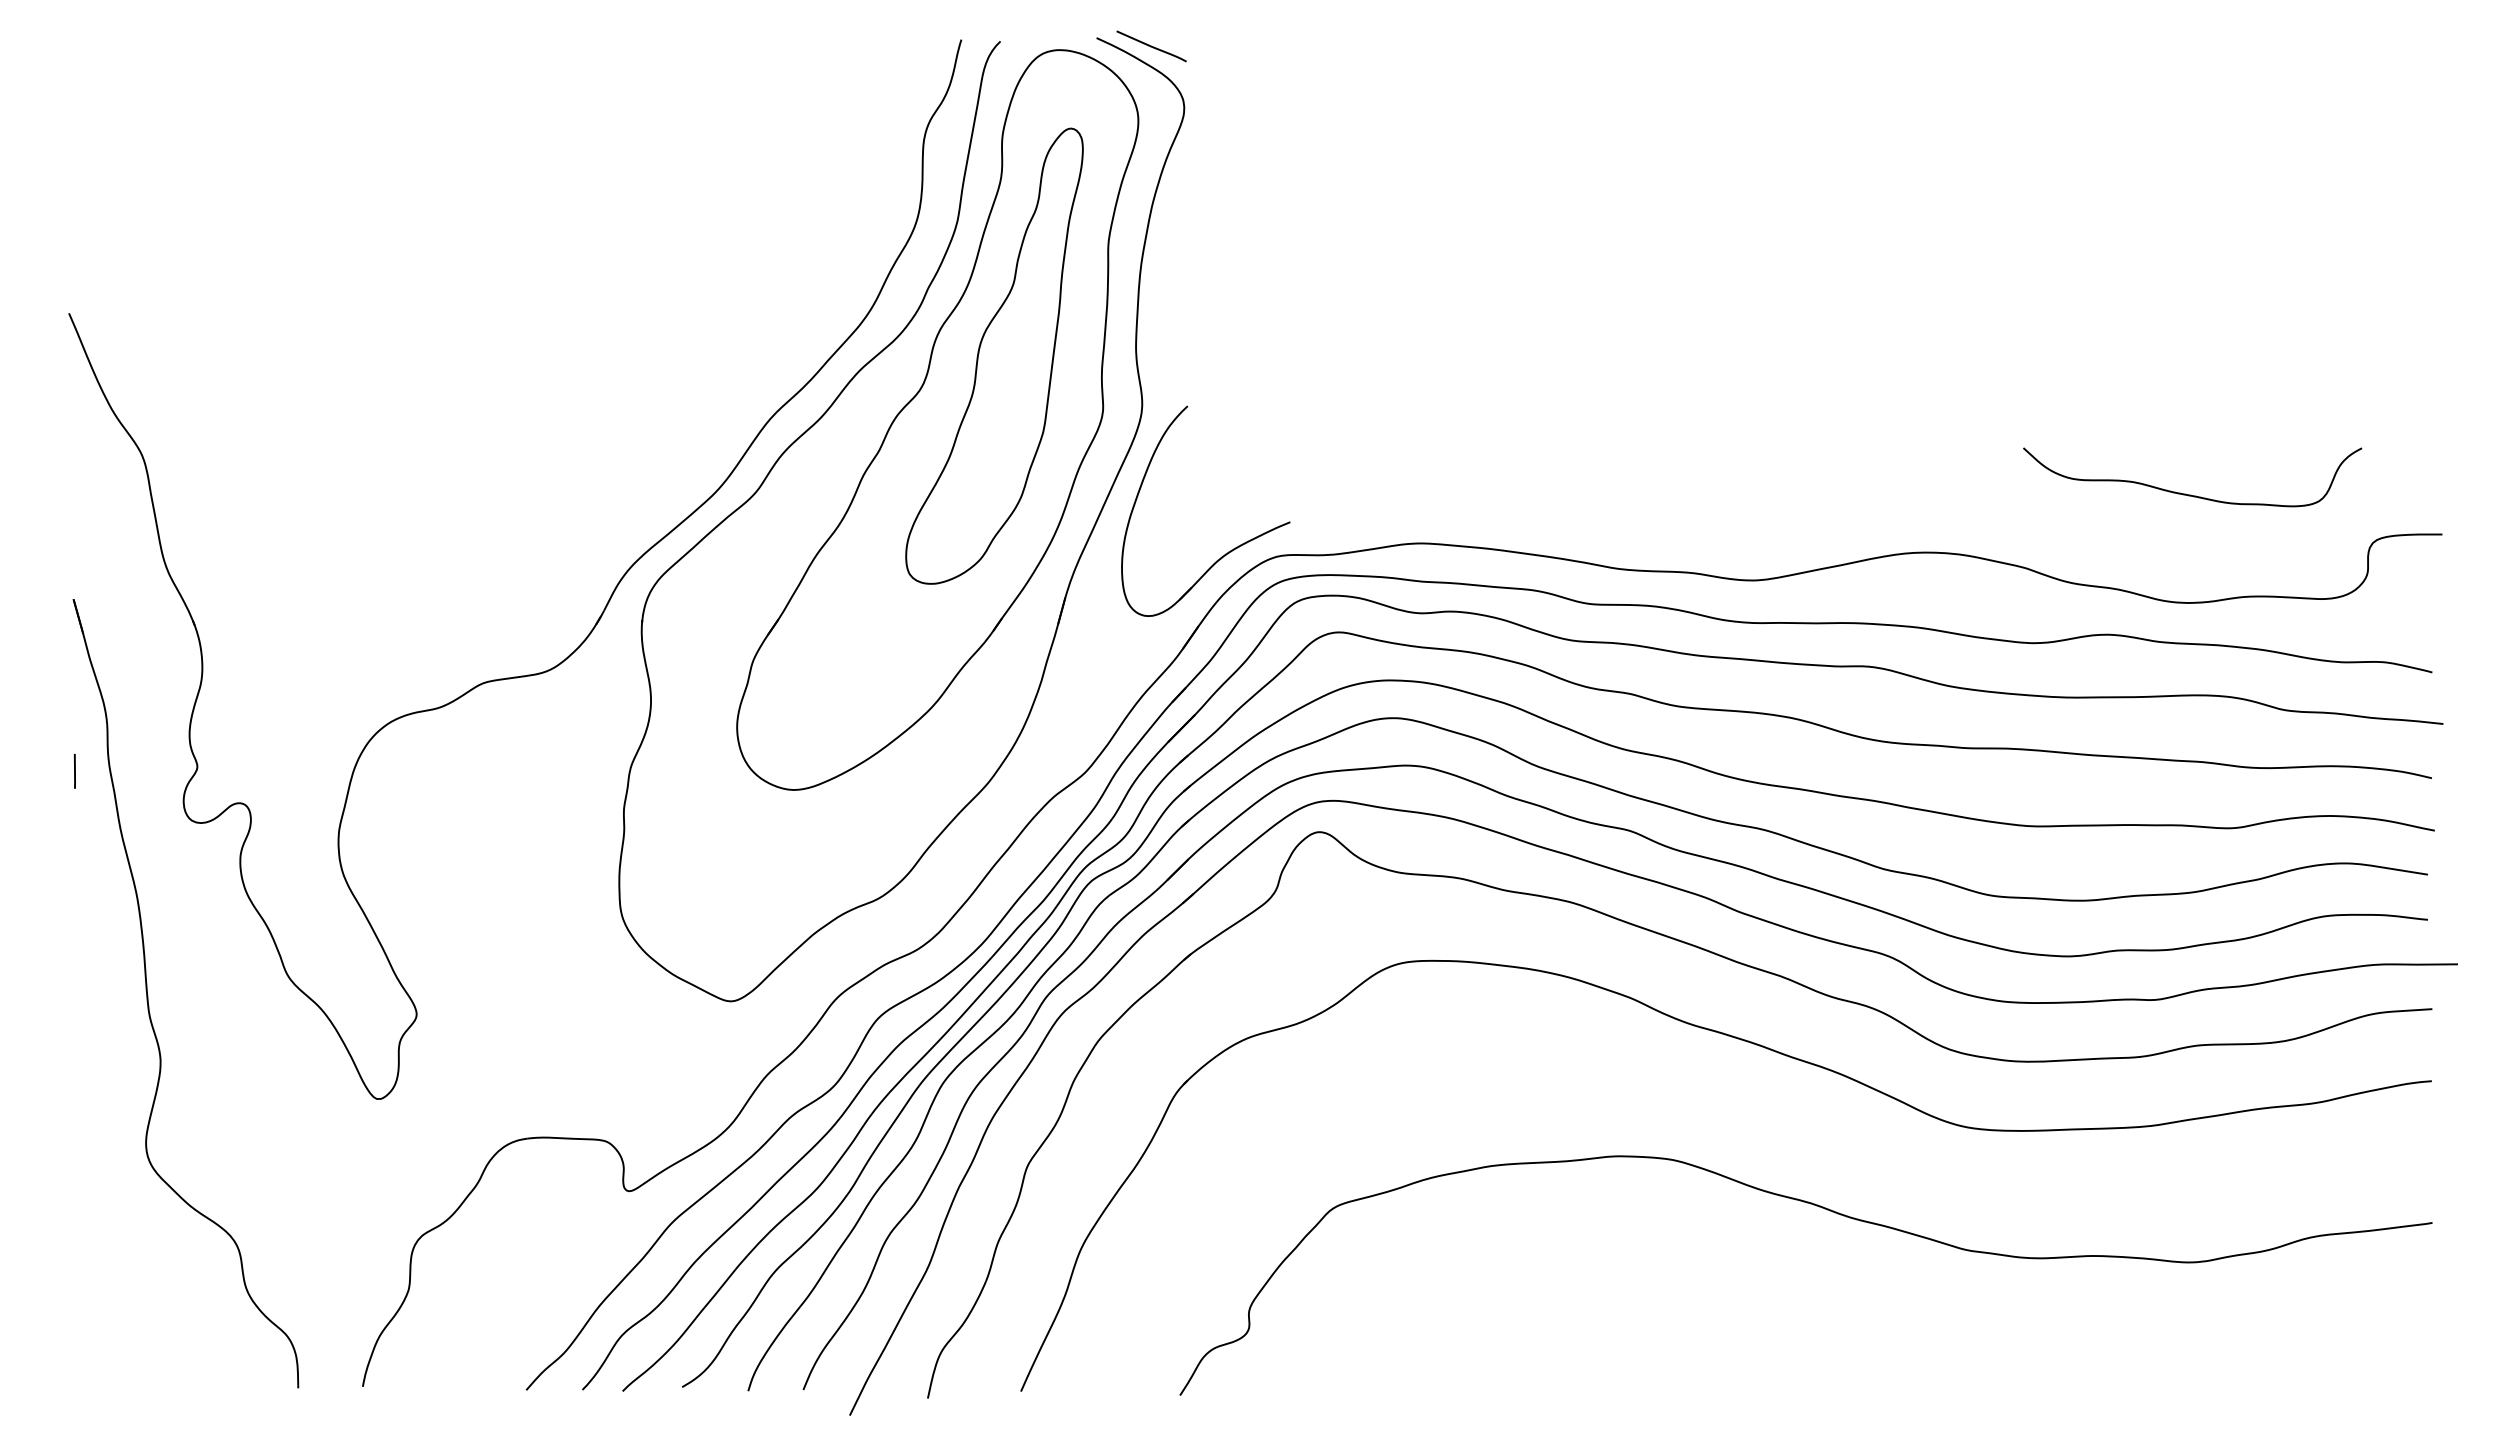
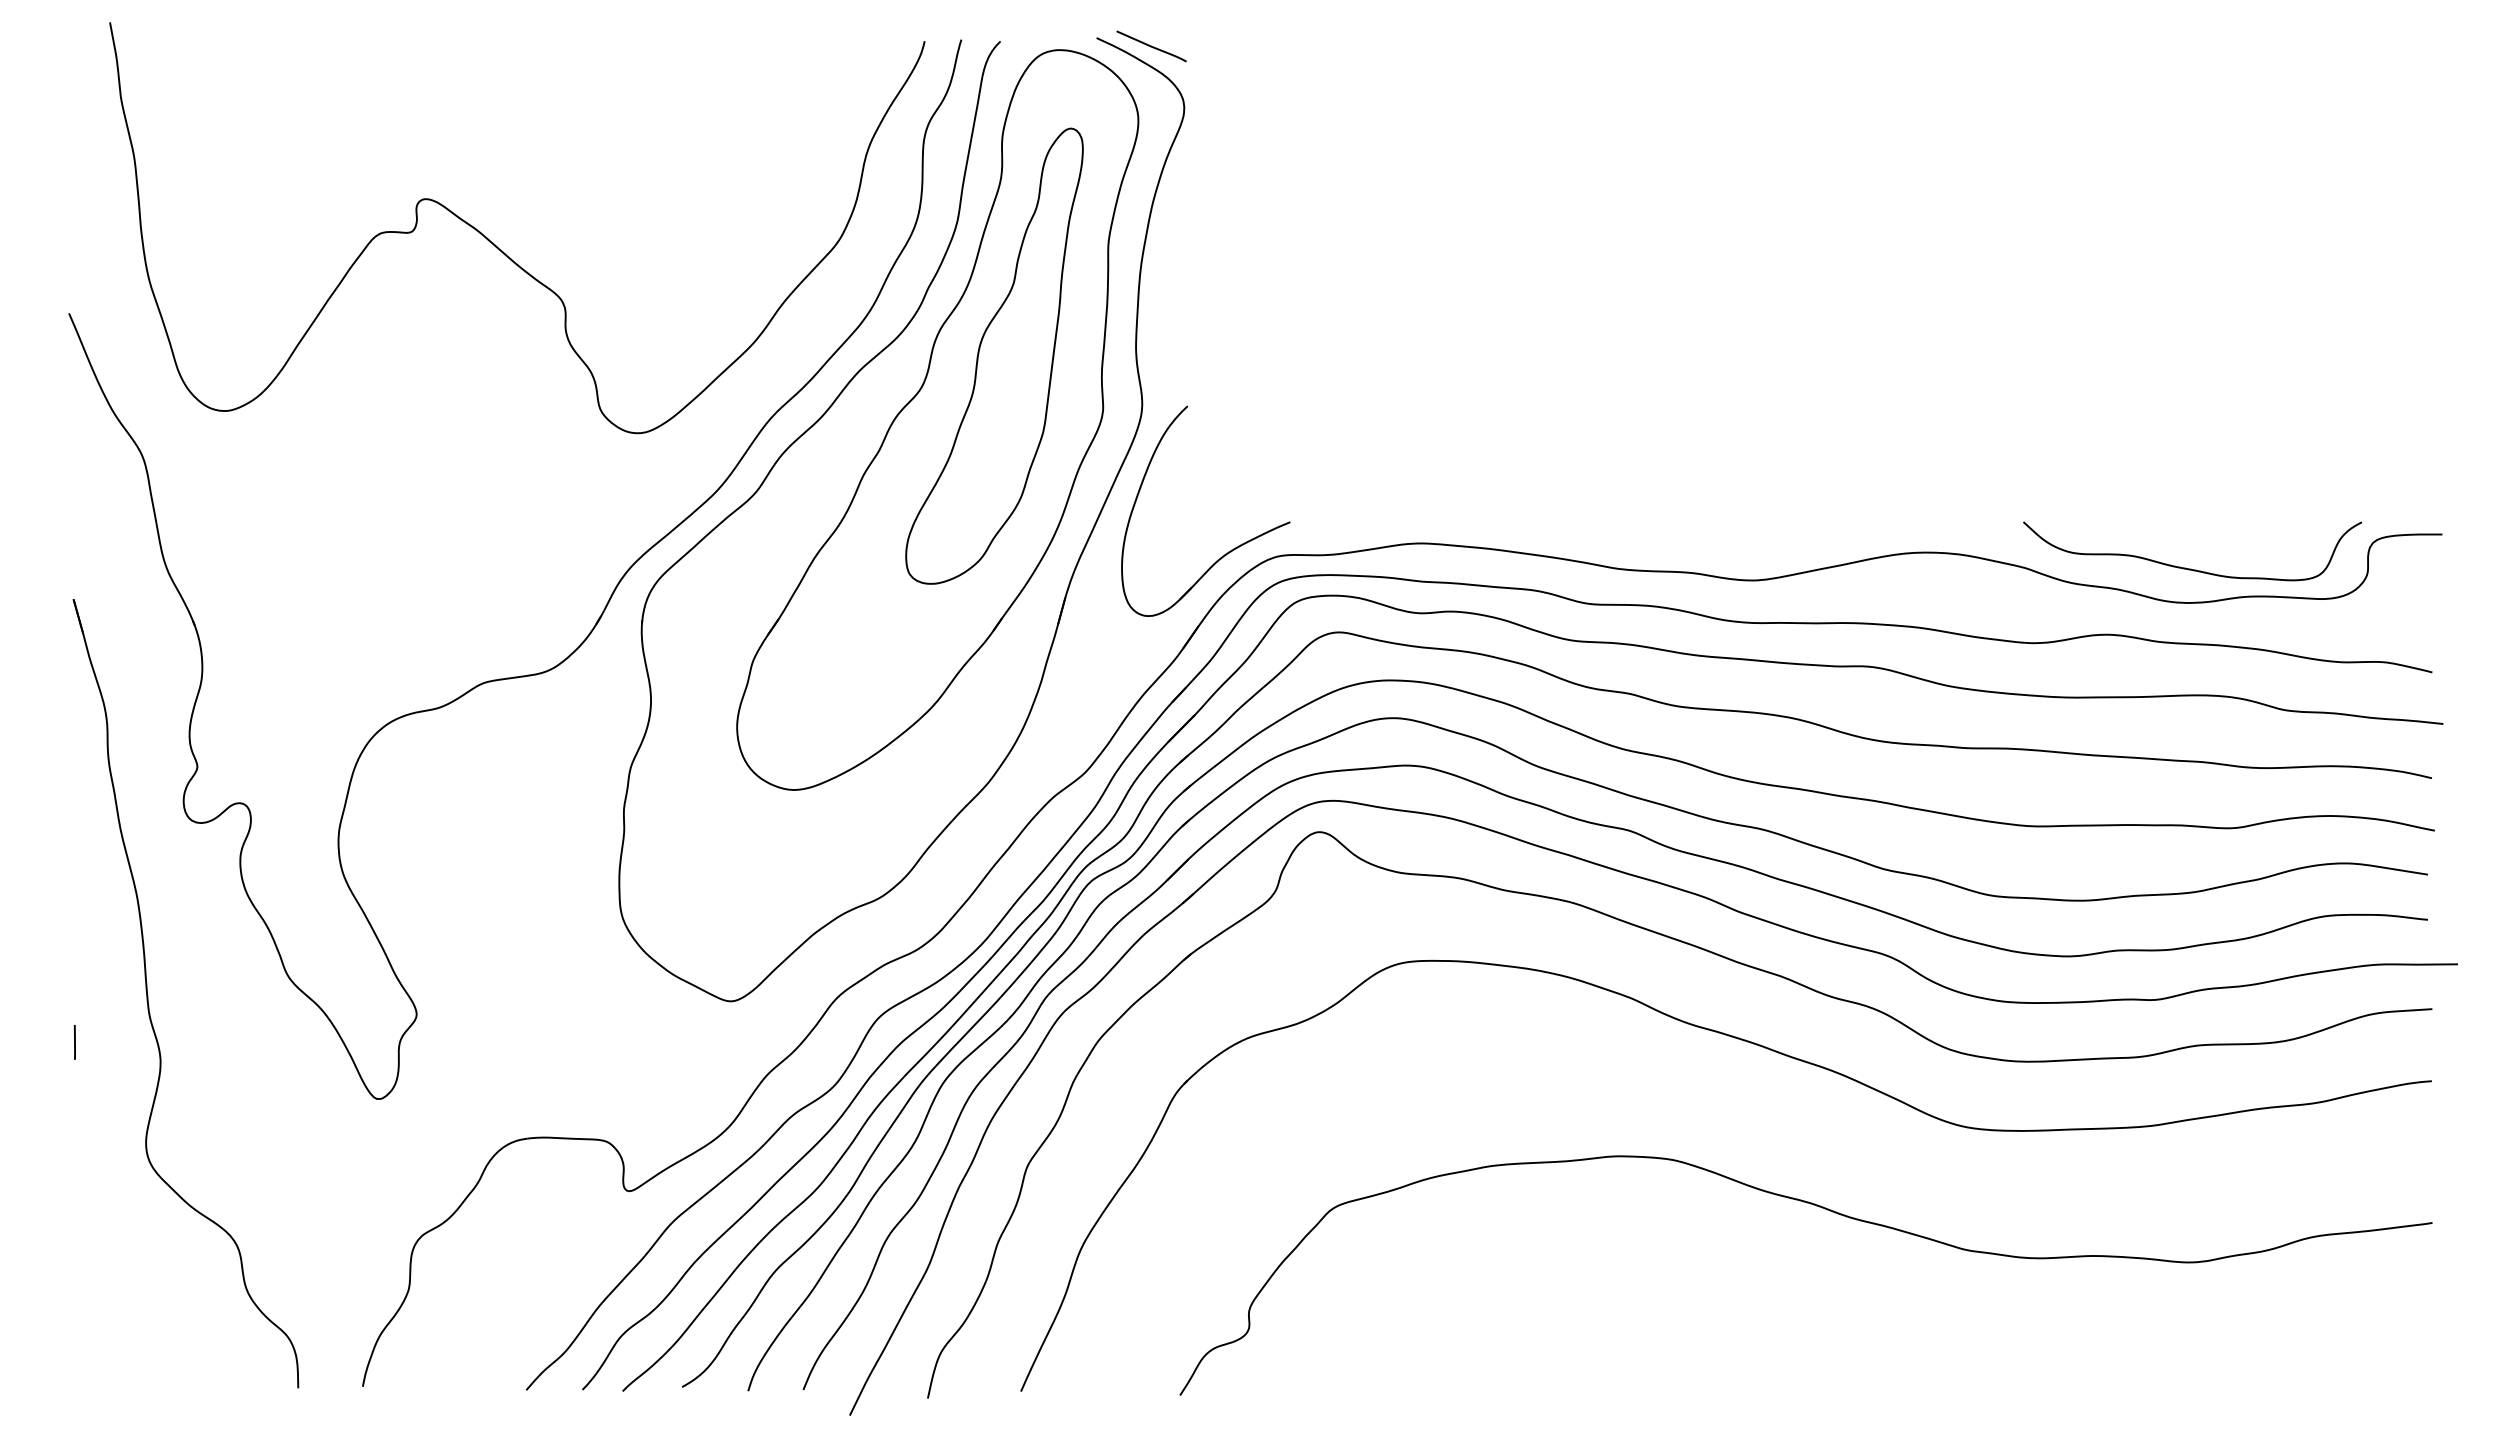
curve at (501, 249): none -> present
curve at (2191, 494) position: (2191, 494) -> (2191, 568)
line at (74, 771) position: (74, 771) -> (74, 1042)
